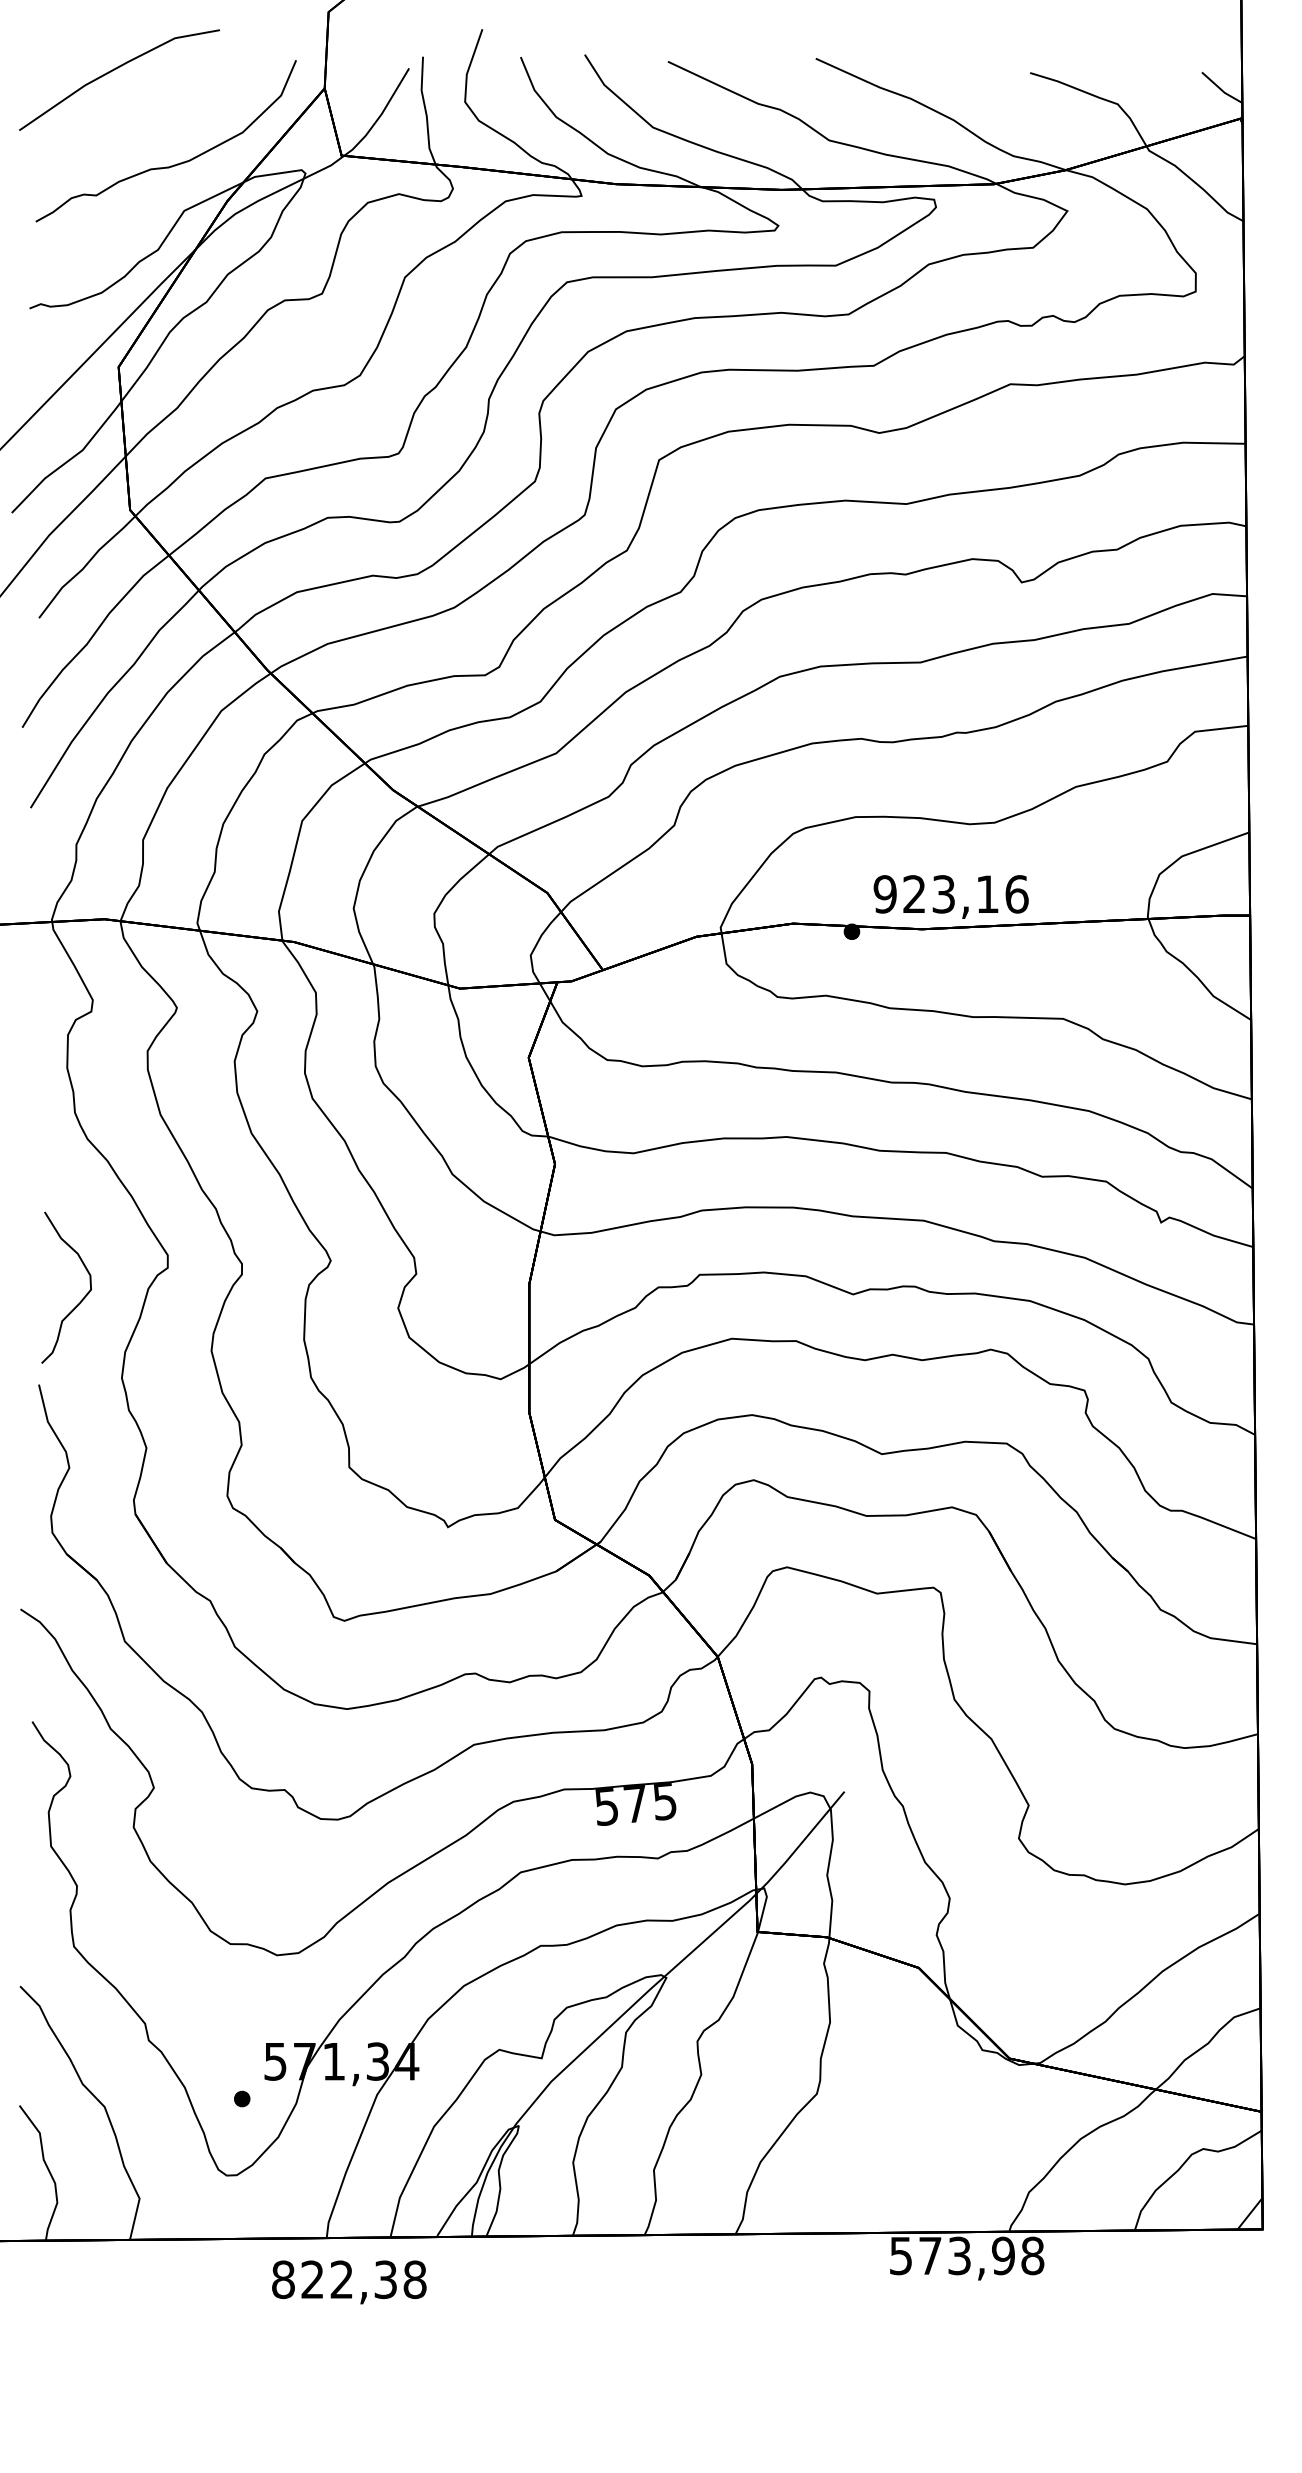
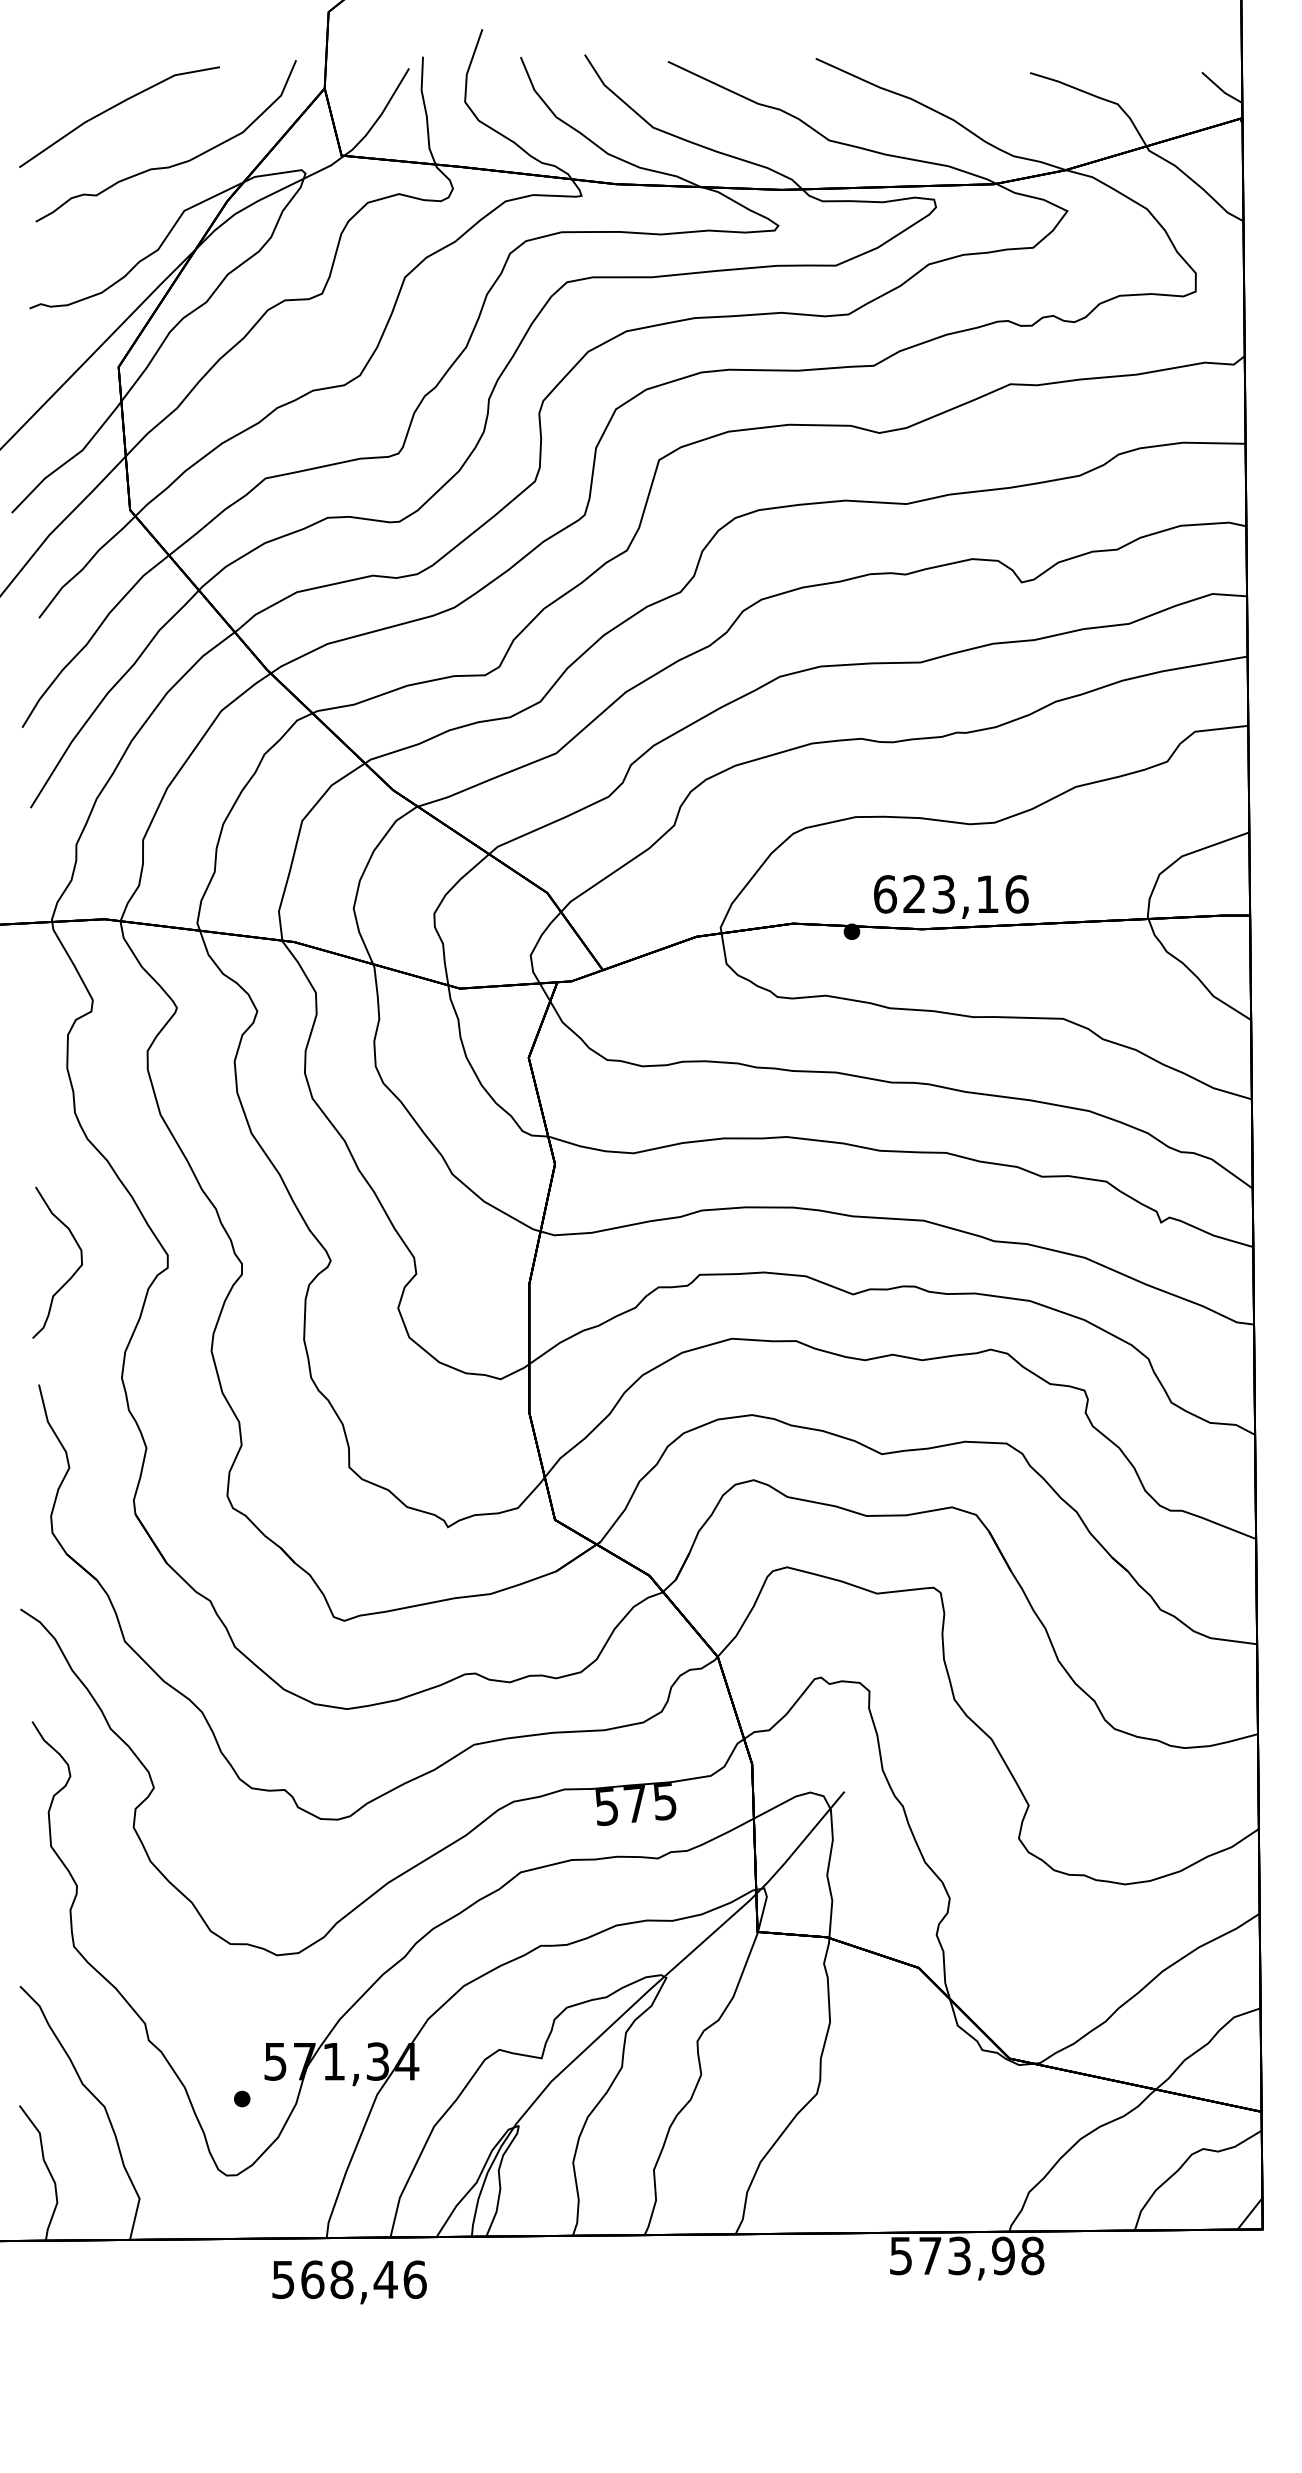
line at (114, 70) position: (114, 70) -> (114, 107)
text at (885, 894): 923,16 -> 623,16
curve at (80, 1300) position: (80, 1300) -> (71, 1275)
text at (349, 2279): 822,38 -> 568,46
